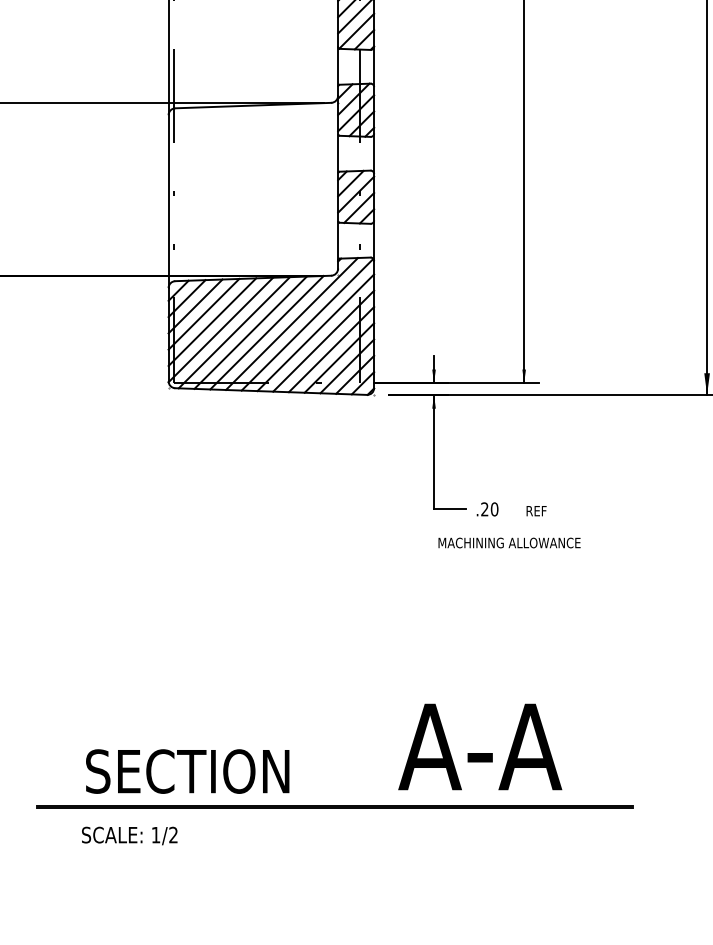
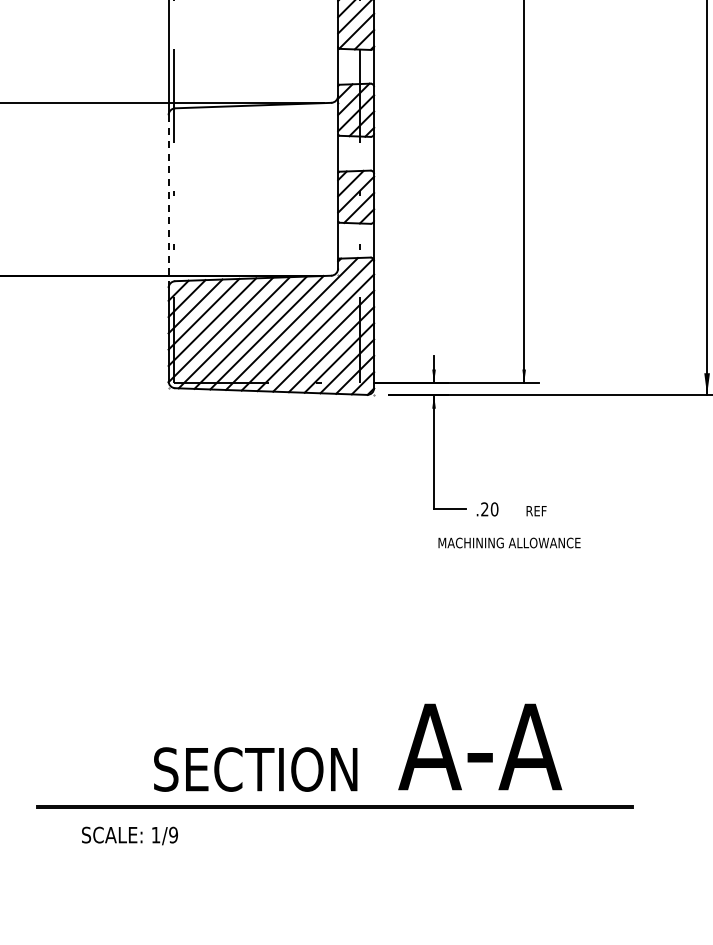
line at (168, 200): solid -> dashed
text at (187, 771) position: (187, 771) -> (255, 769)
text at (173, 835): 1/2 -> 1/9
